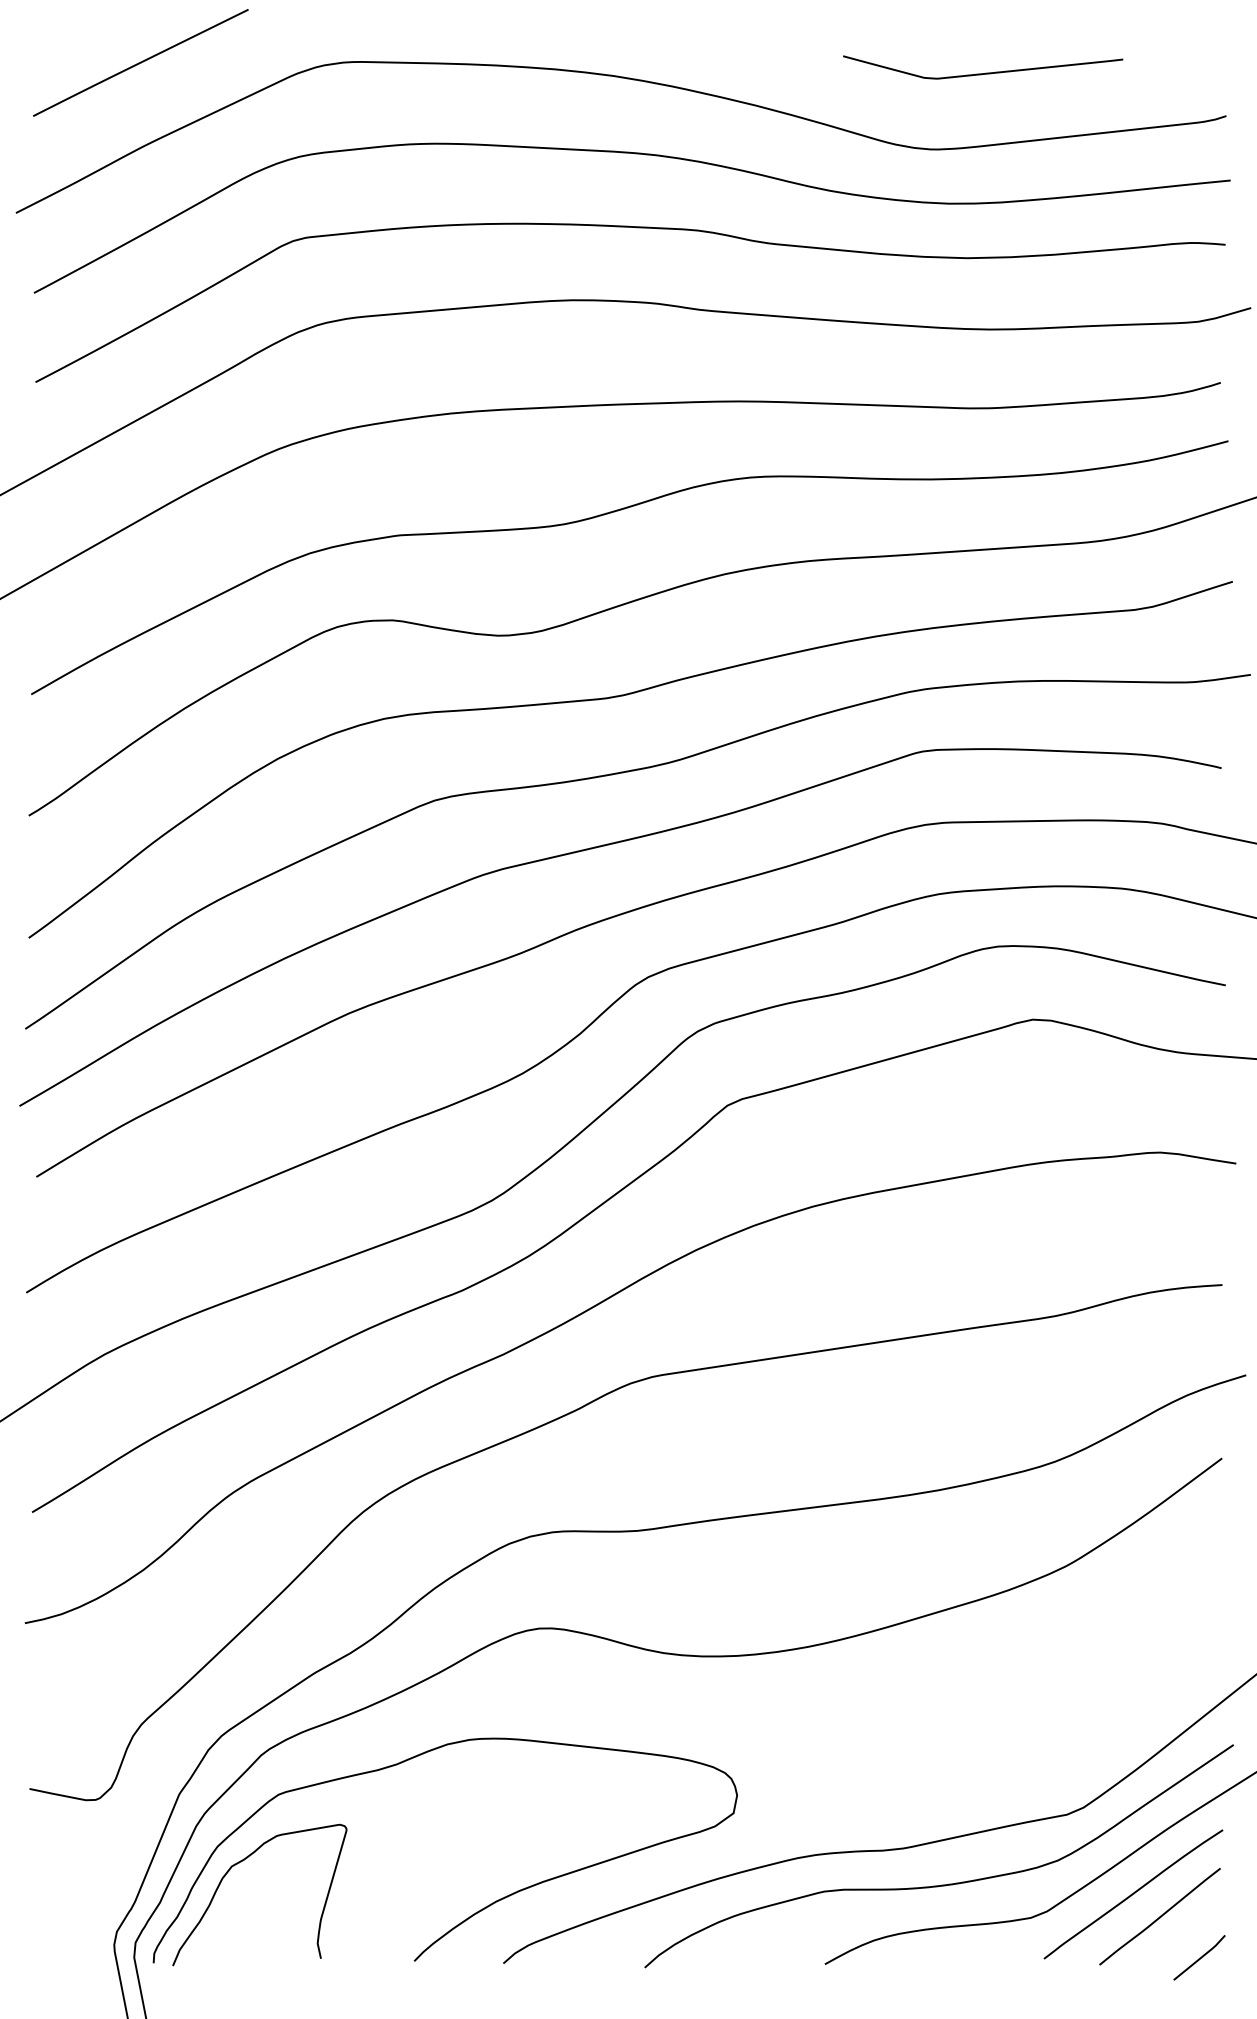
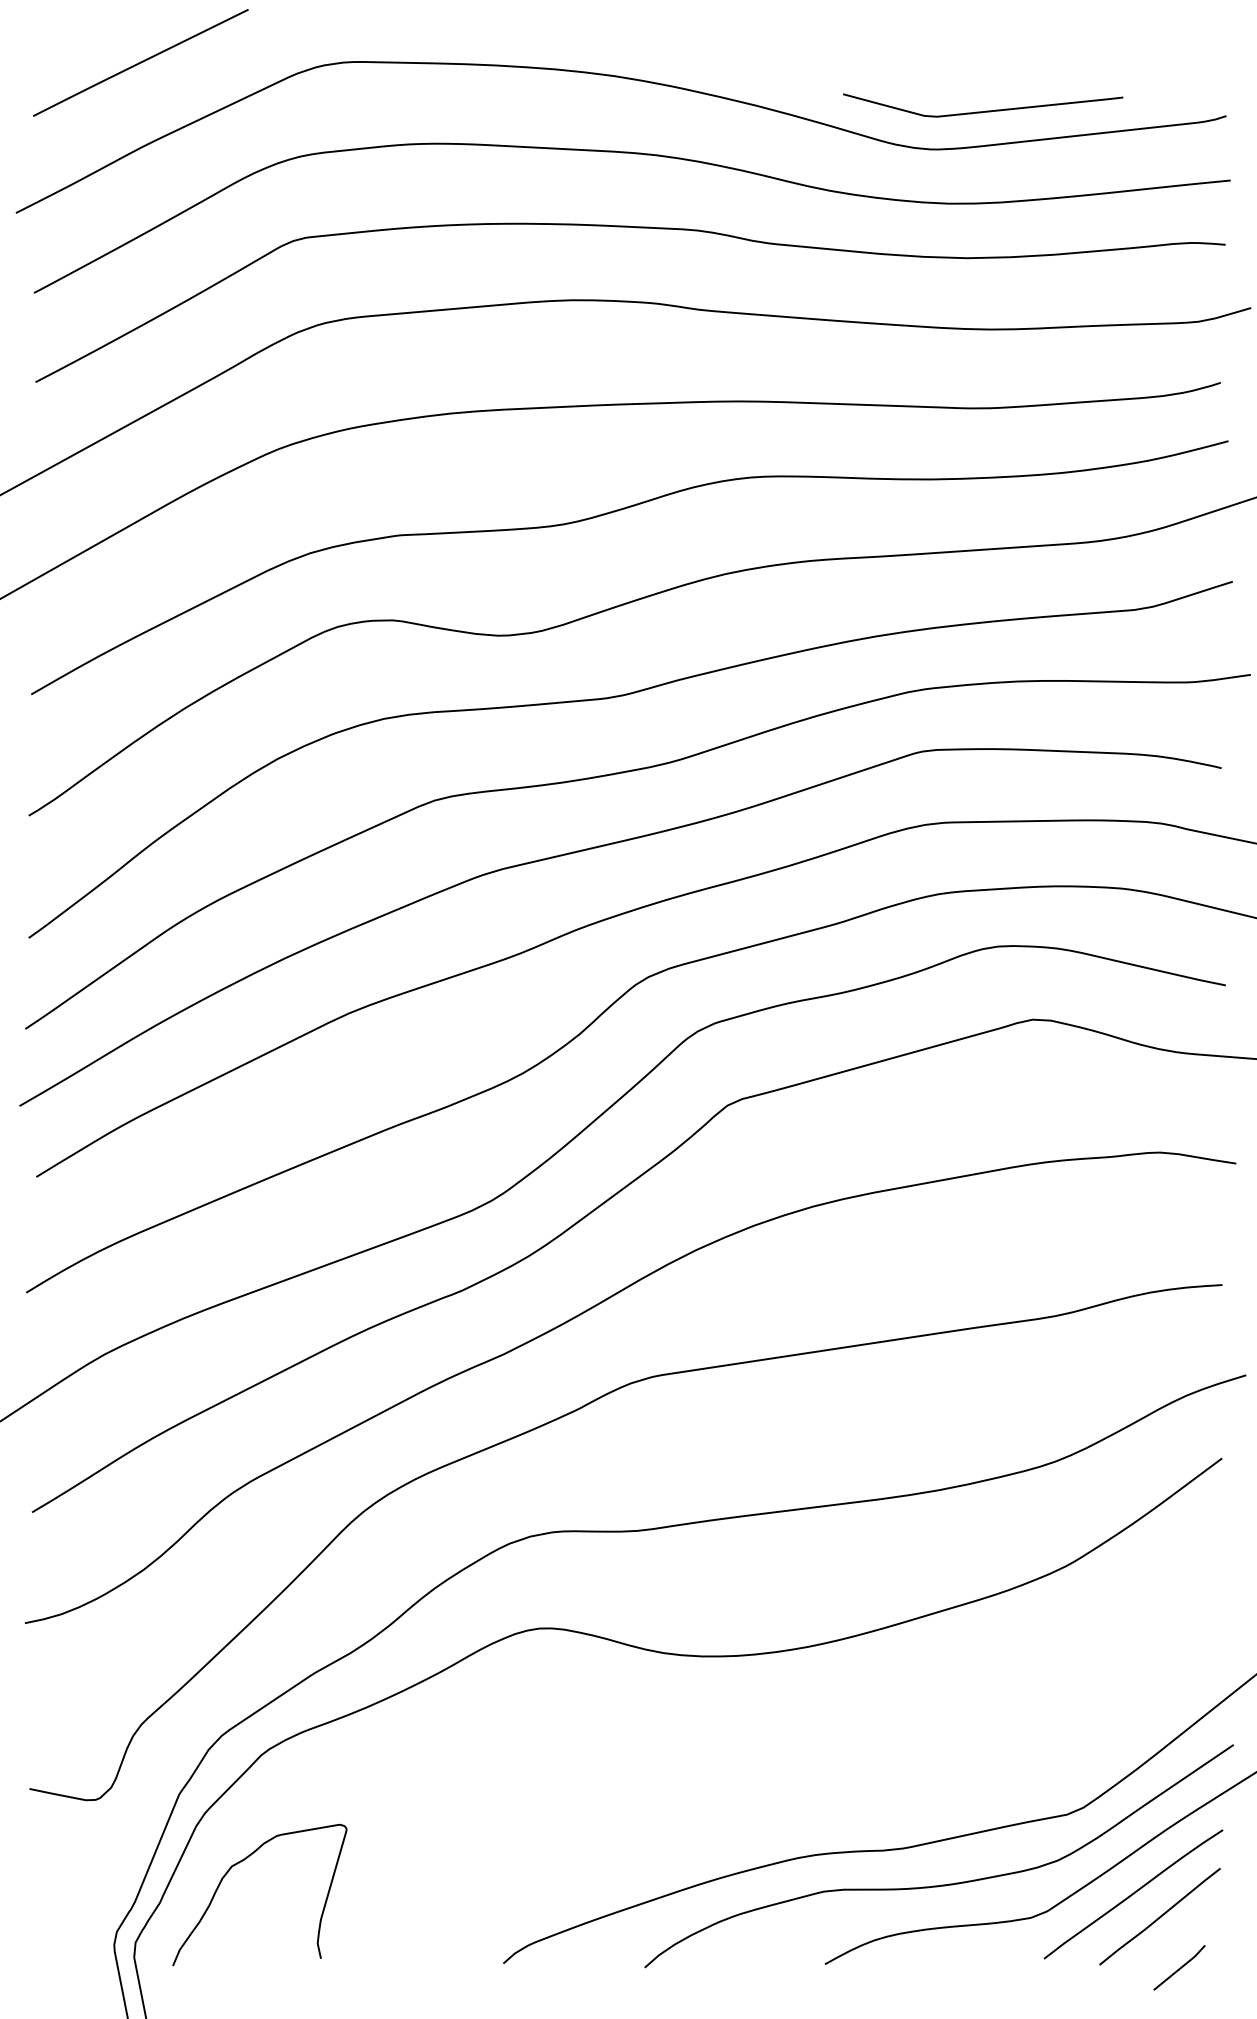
curve at (985, 72) position: (985, 72) -> (985, 110)
curve at (478, 1910): present -> none
line at (1199, 1957) position: (1199, 1957) -> (1179, 1967)
